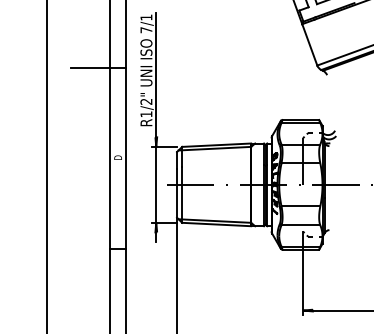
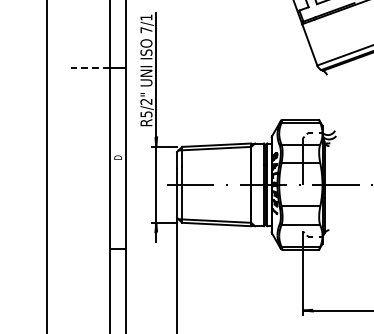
line at (90, 67): solid -> dashed
text at (146, 114): R1/2" -> R5/2"
